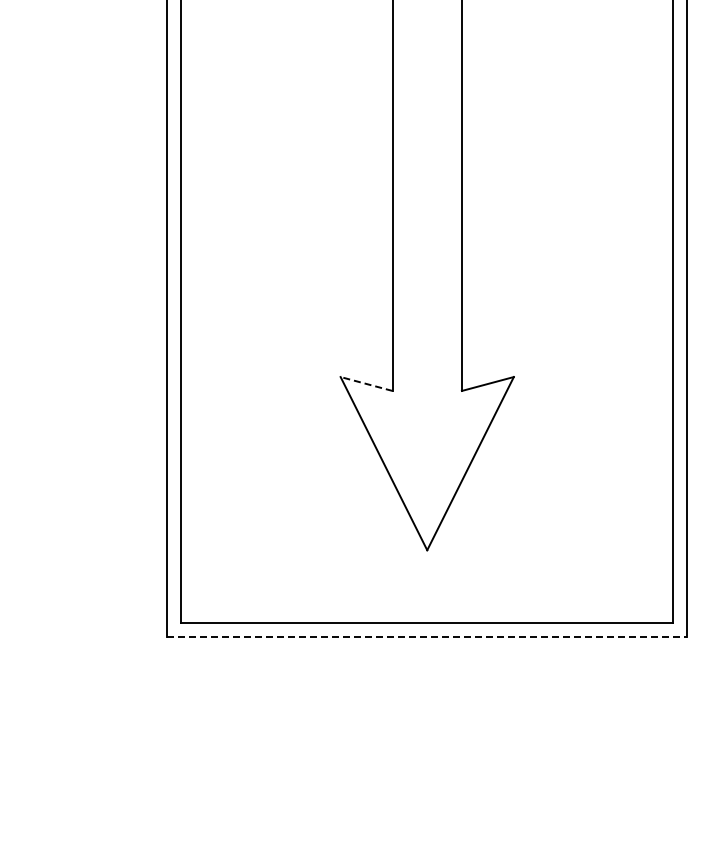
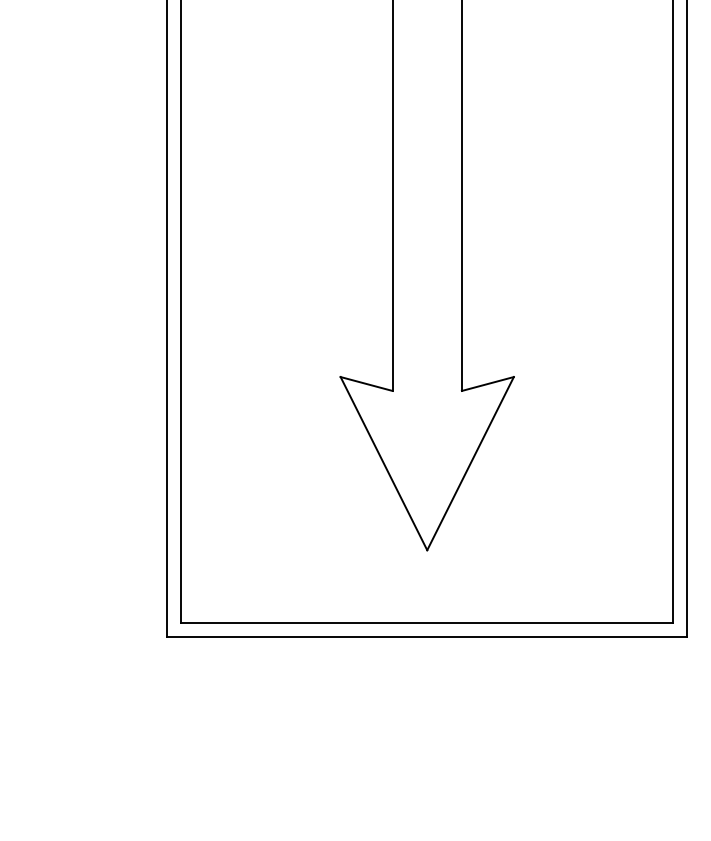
line at (366, 384): dashed -> solid
line at (427, 636): dashed -> solid
